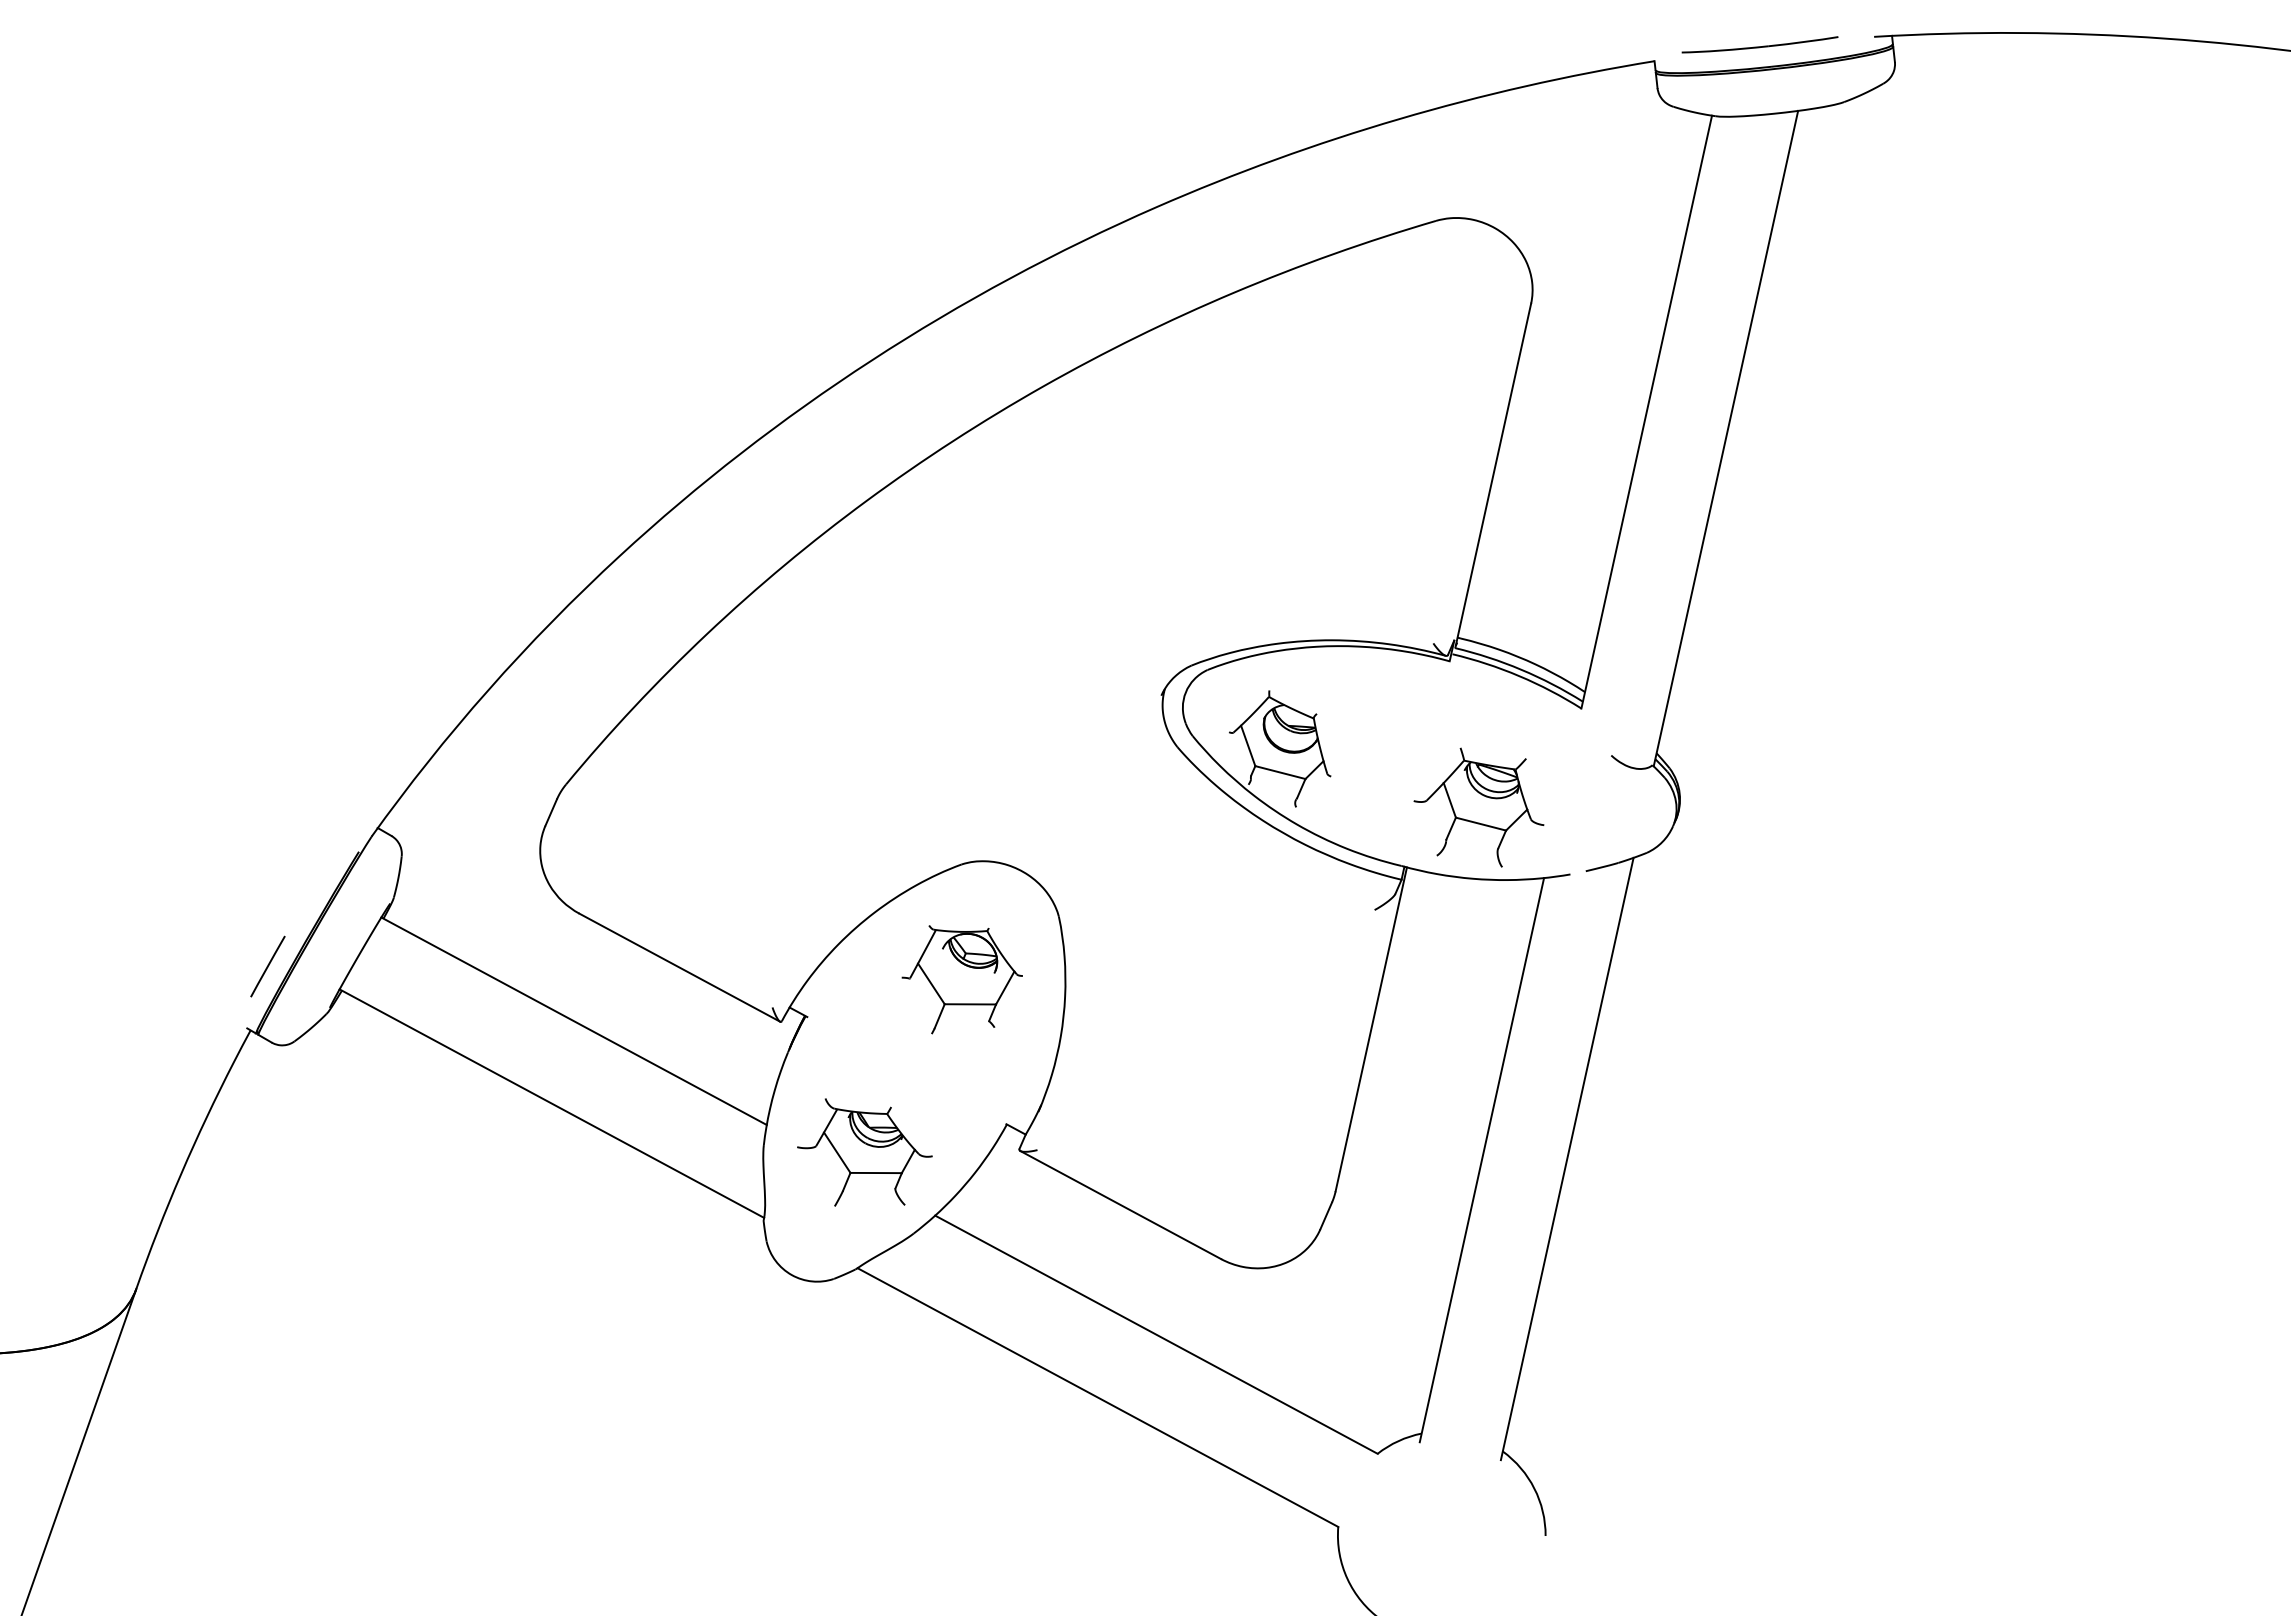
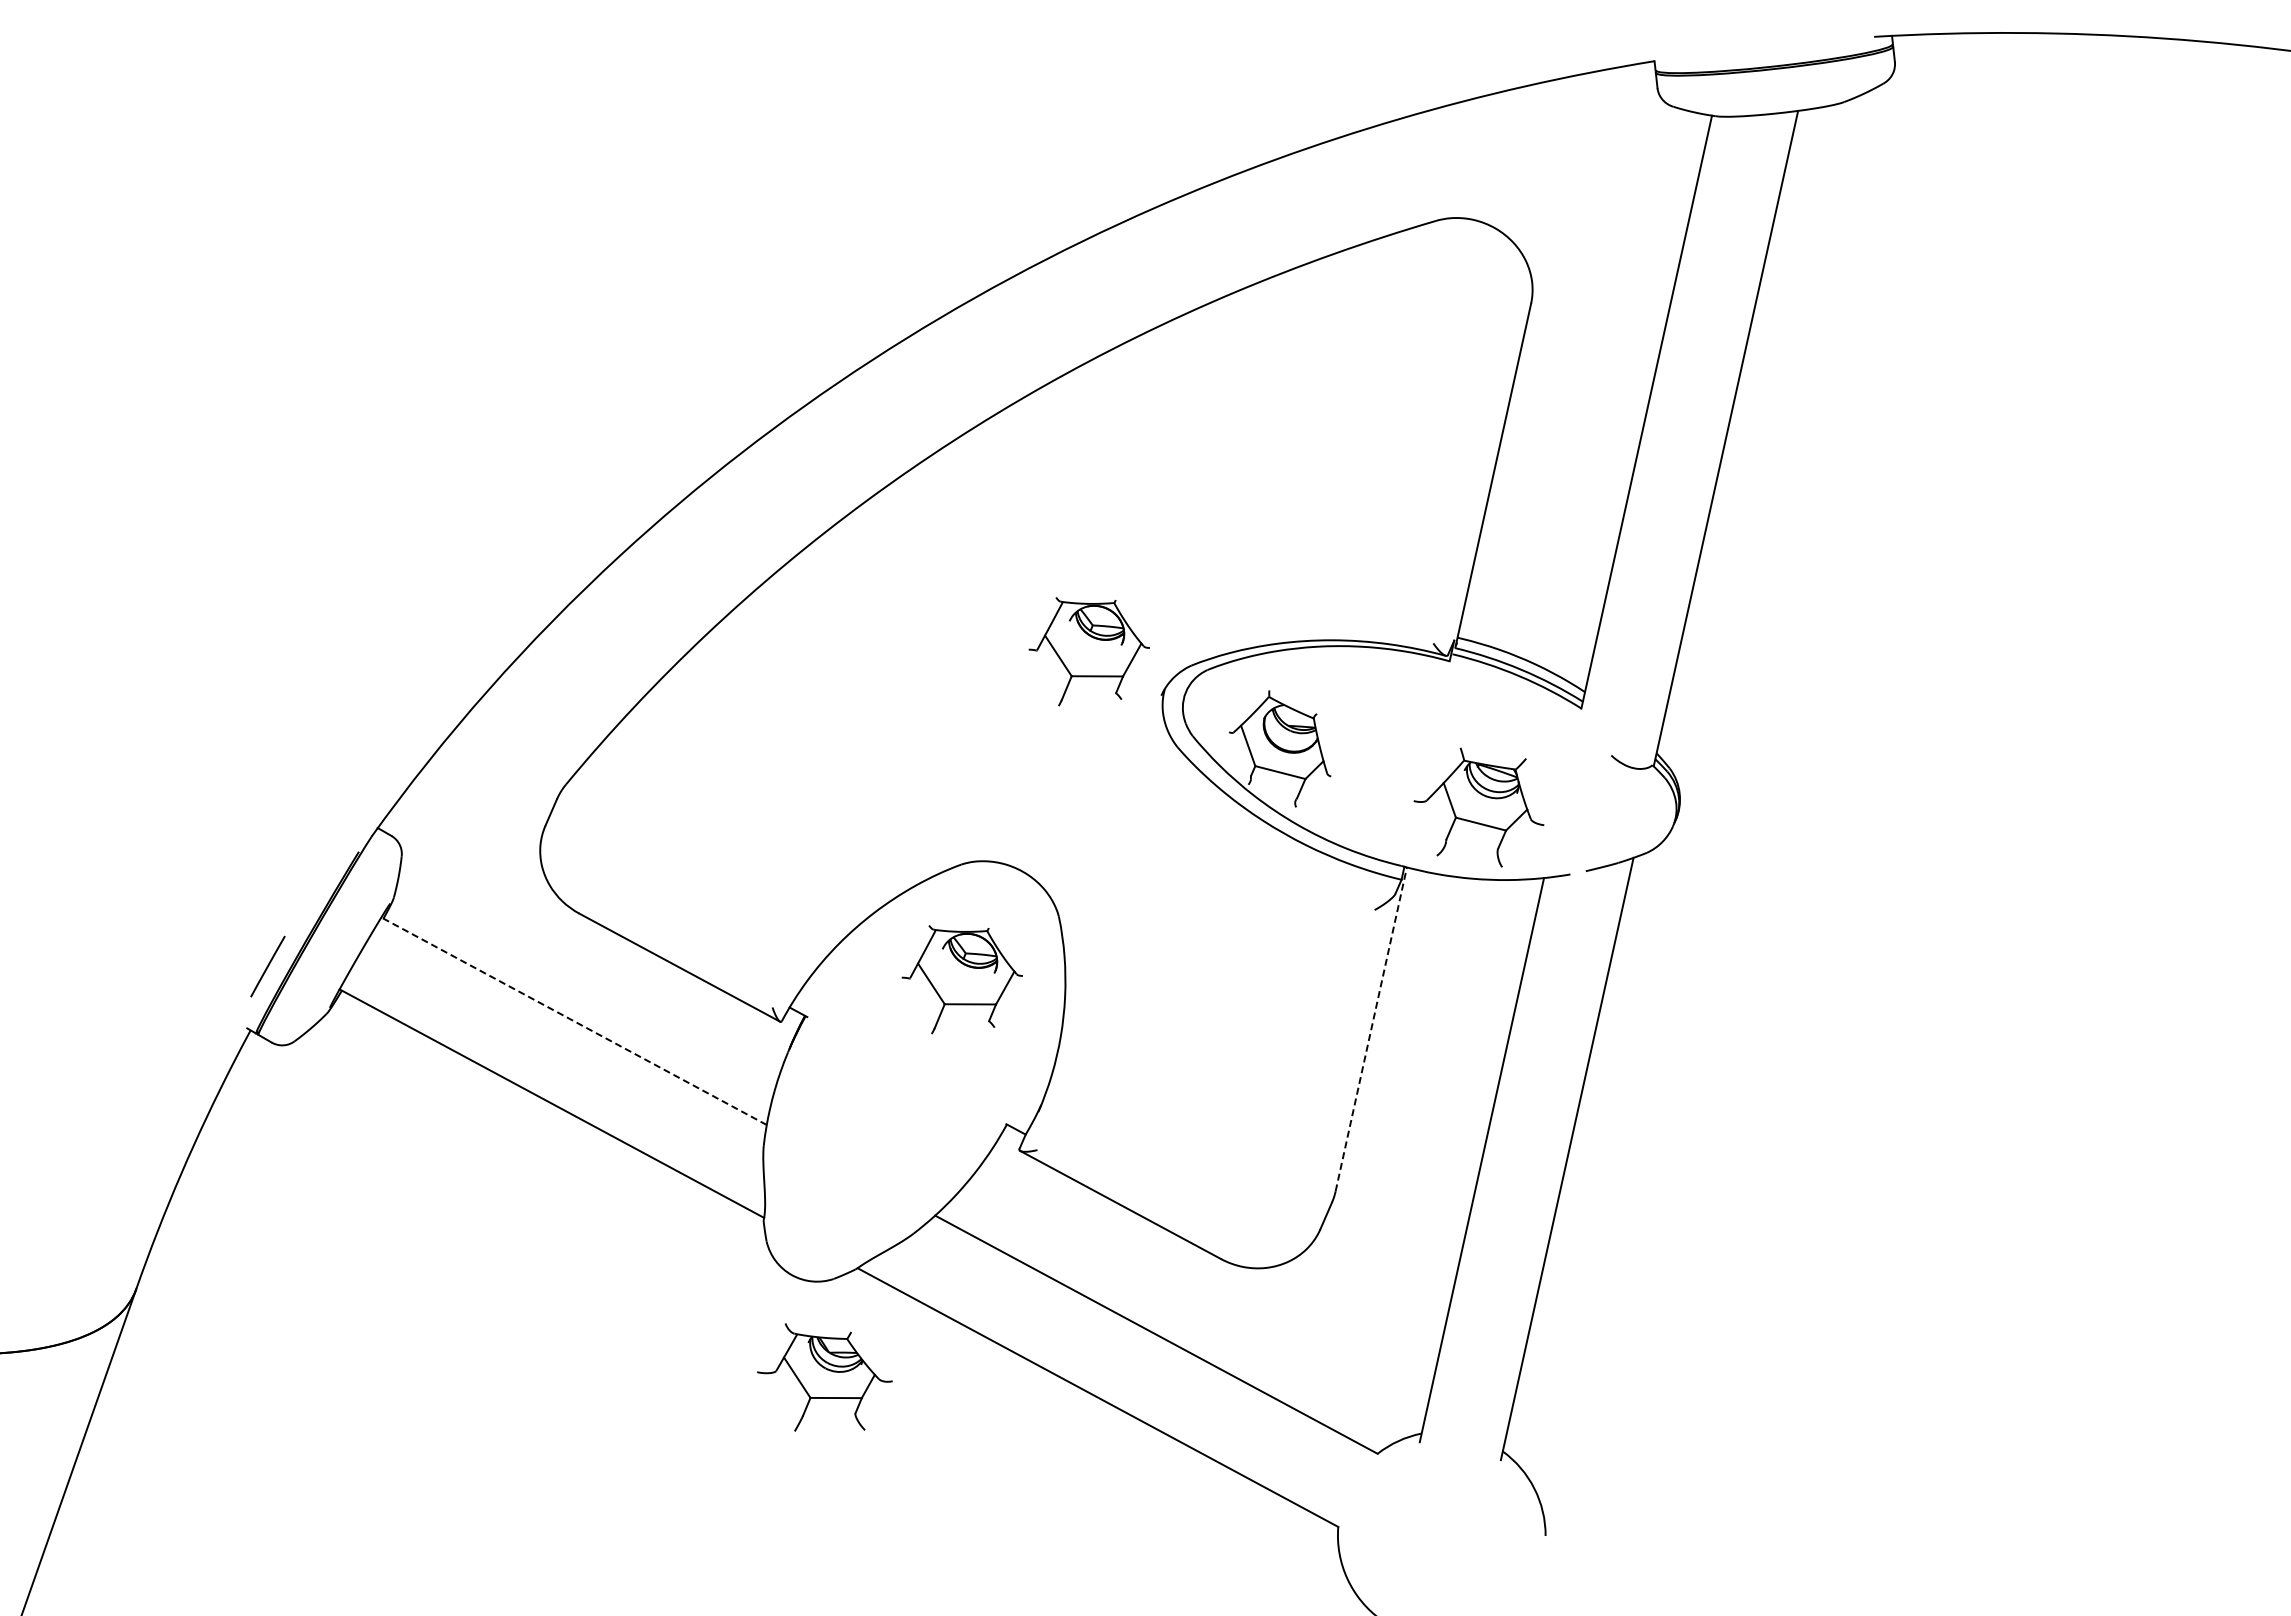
part at (1759, 44): present -> none
part at (1088, 651): none -> present
line at (574, 1021): solid -> dashed
line at (1371, 1029): solid -> dashed
part at (864, 1152) position: (864, 1152) -> (824, 1377)
